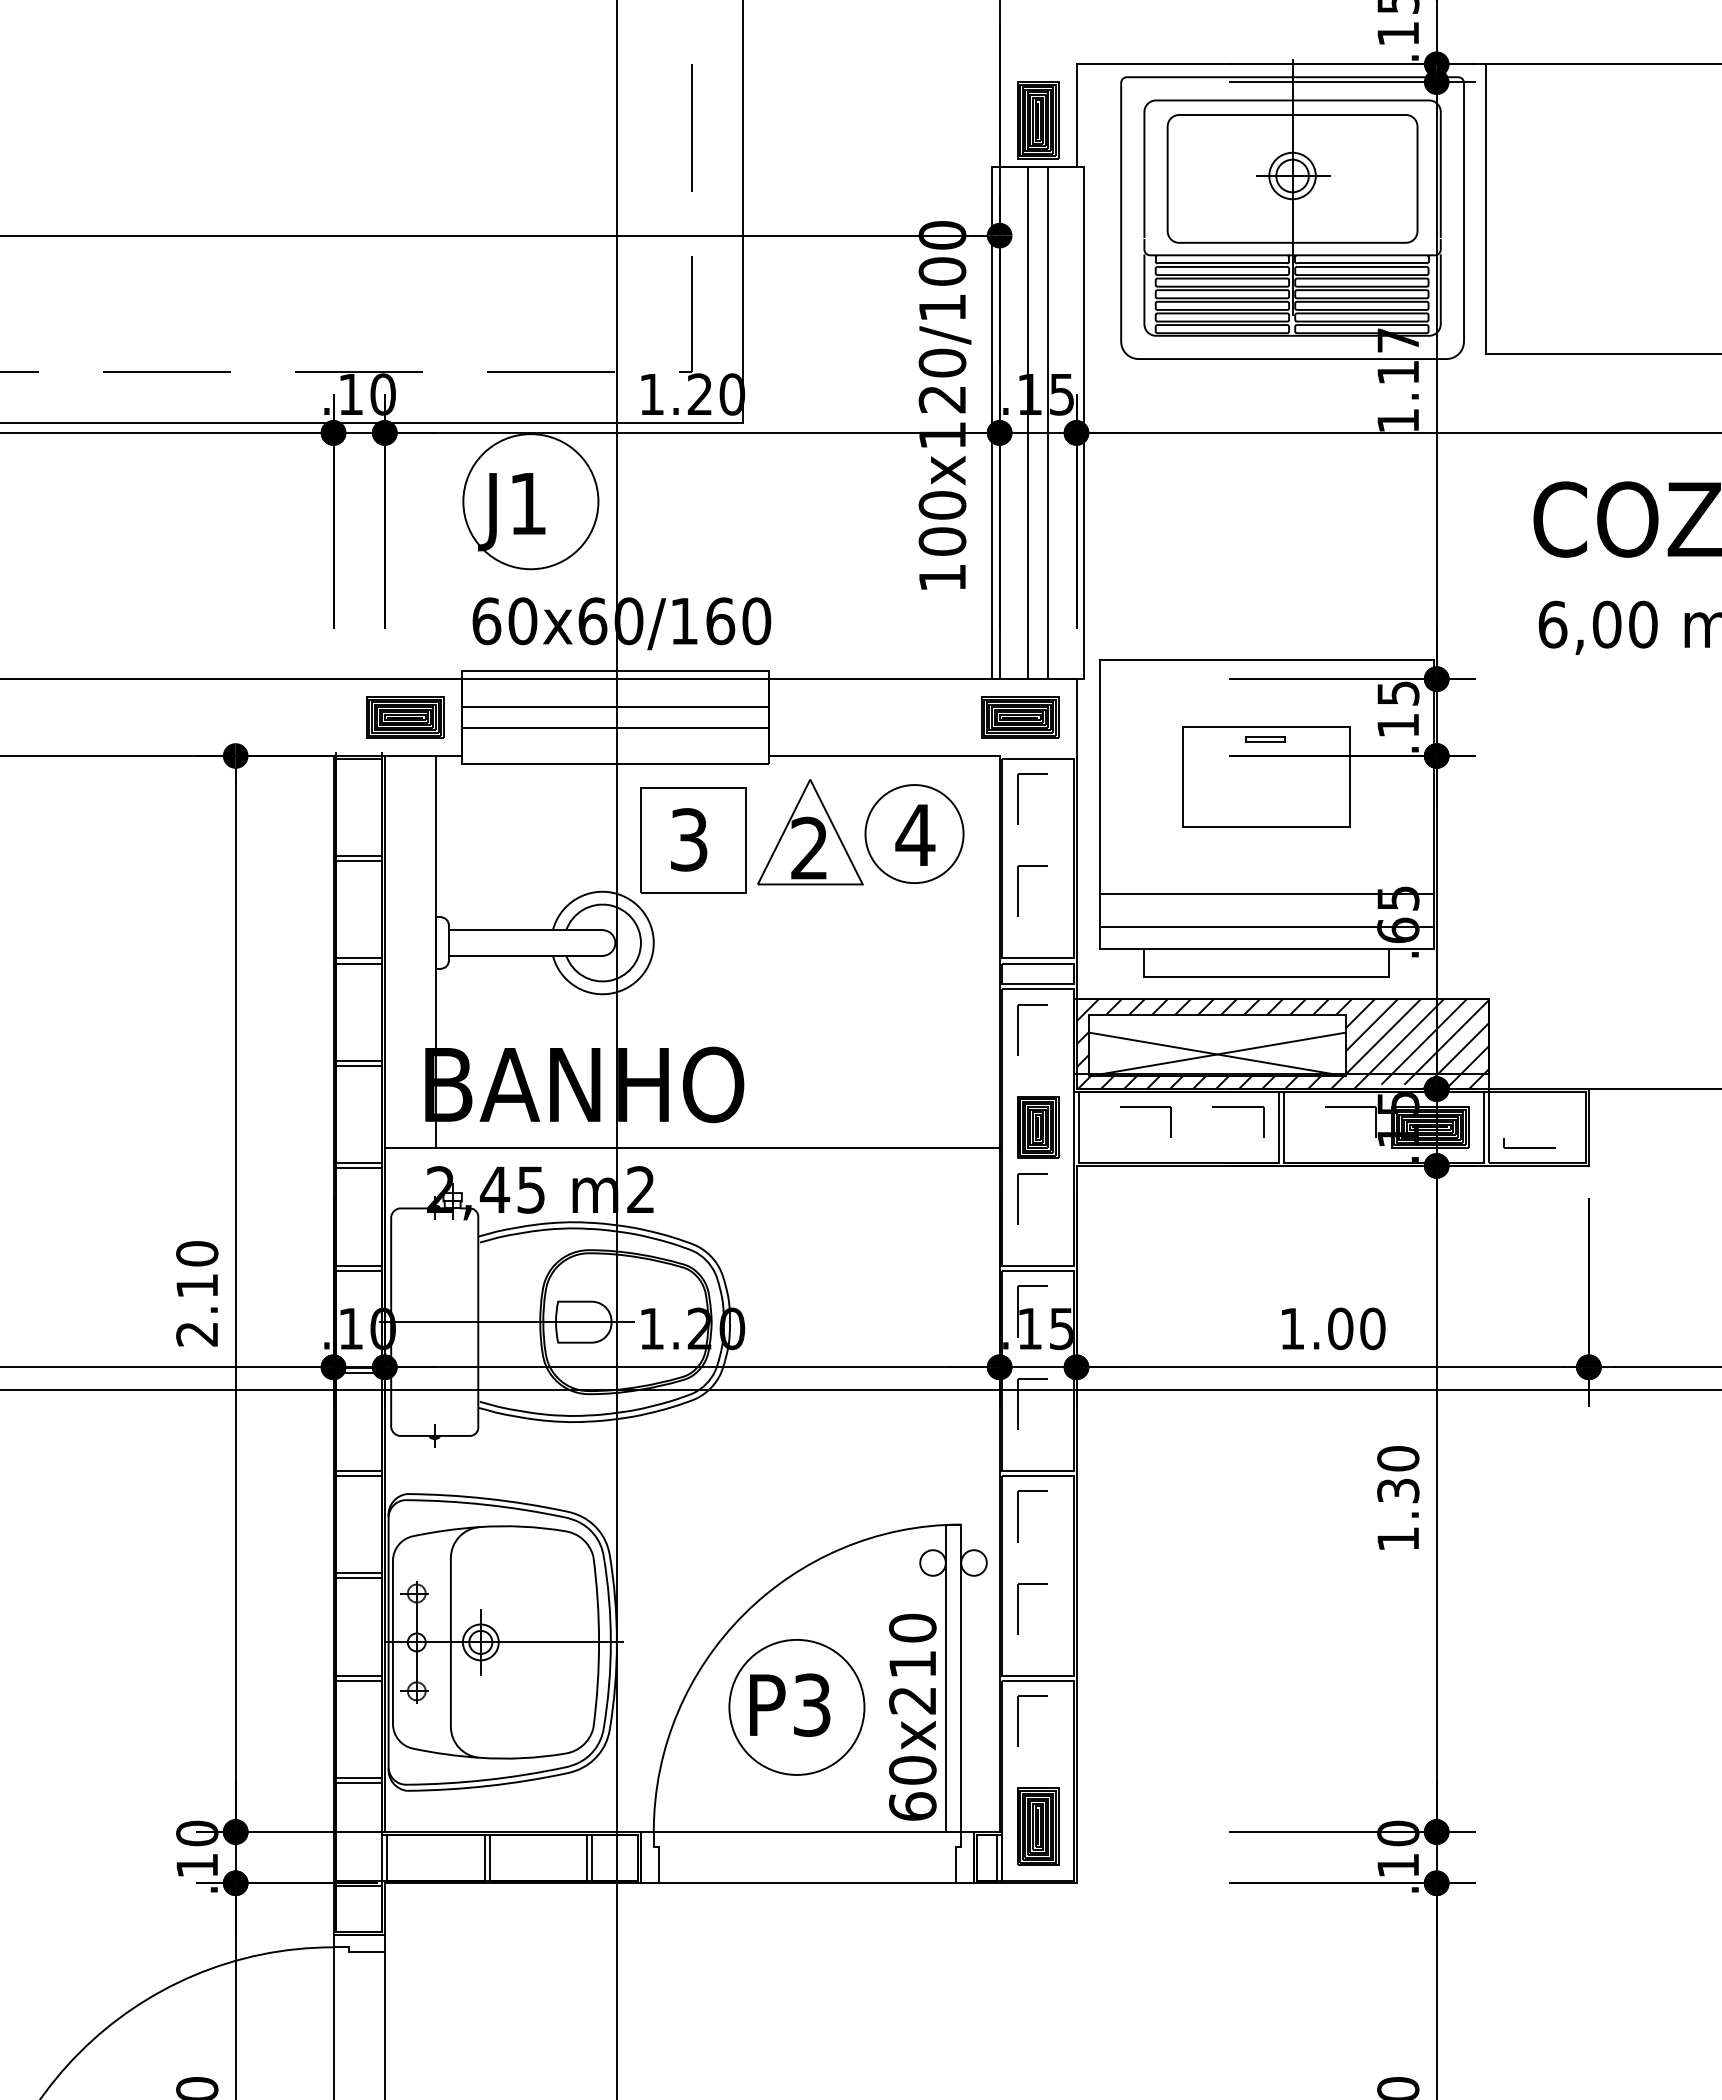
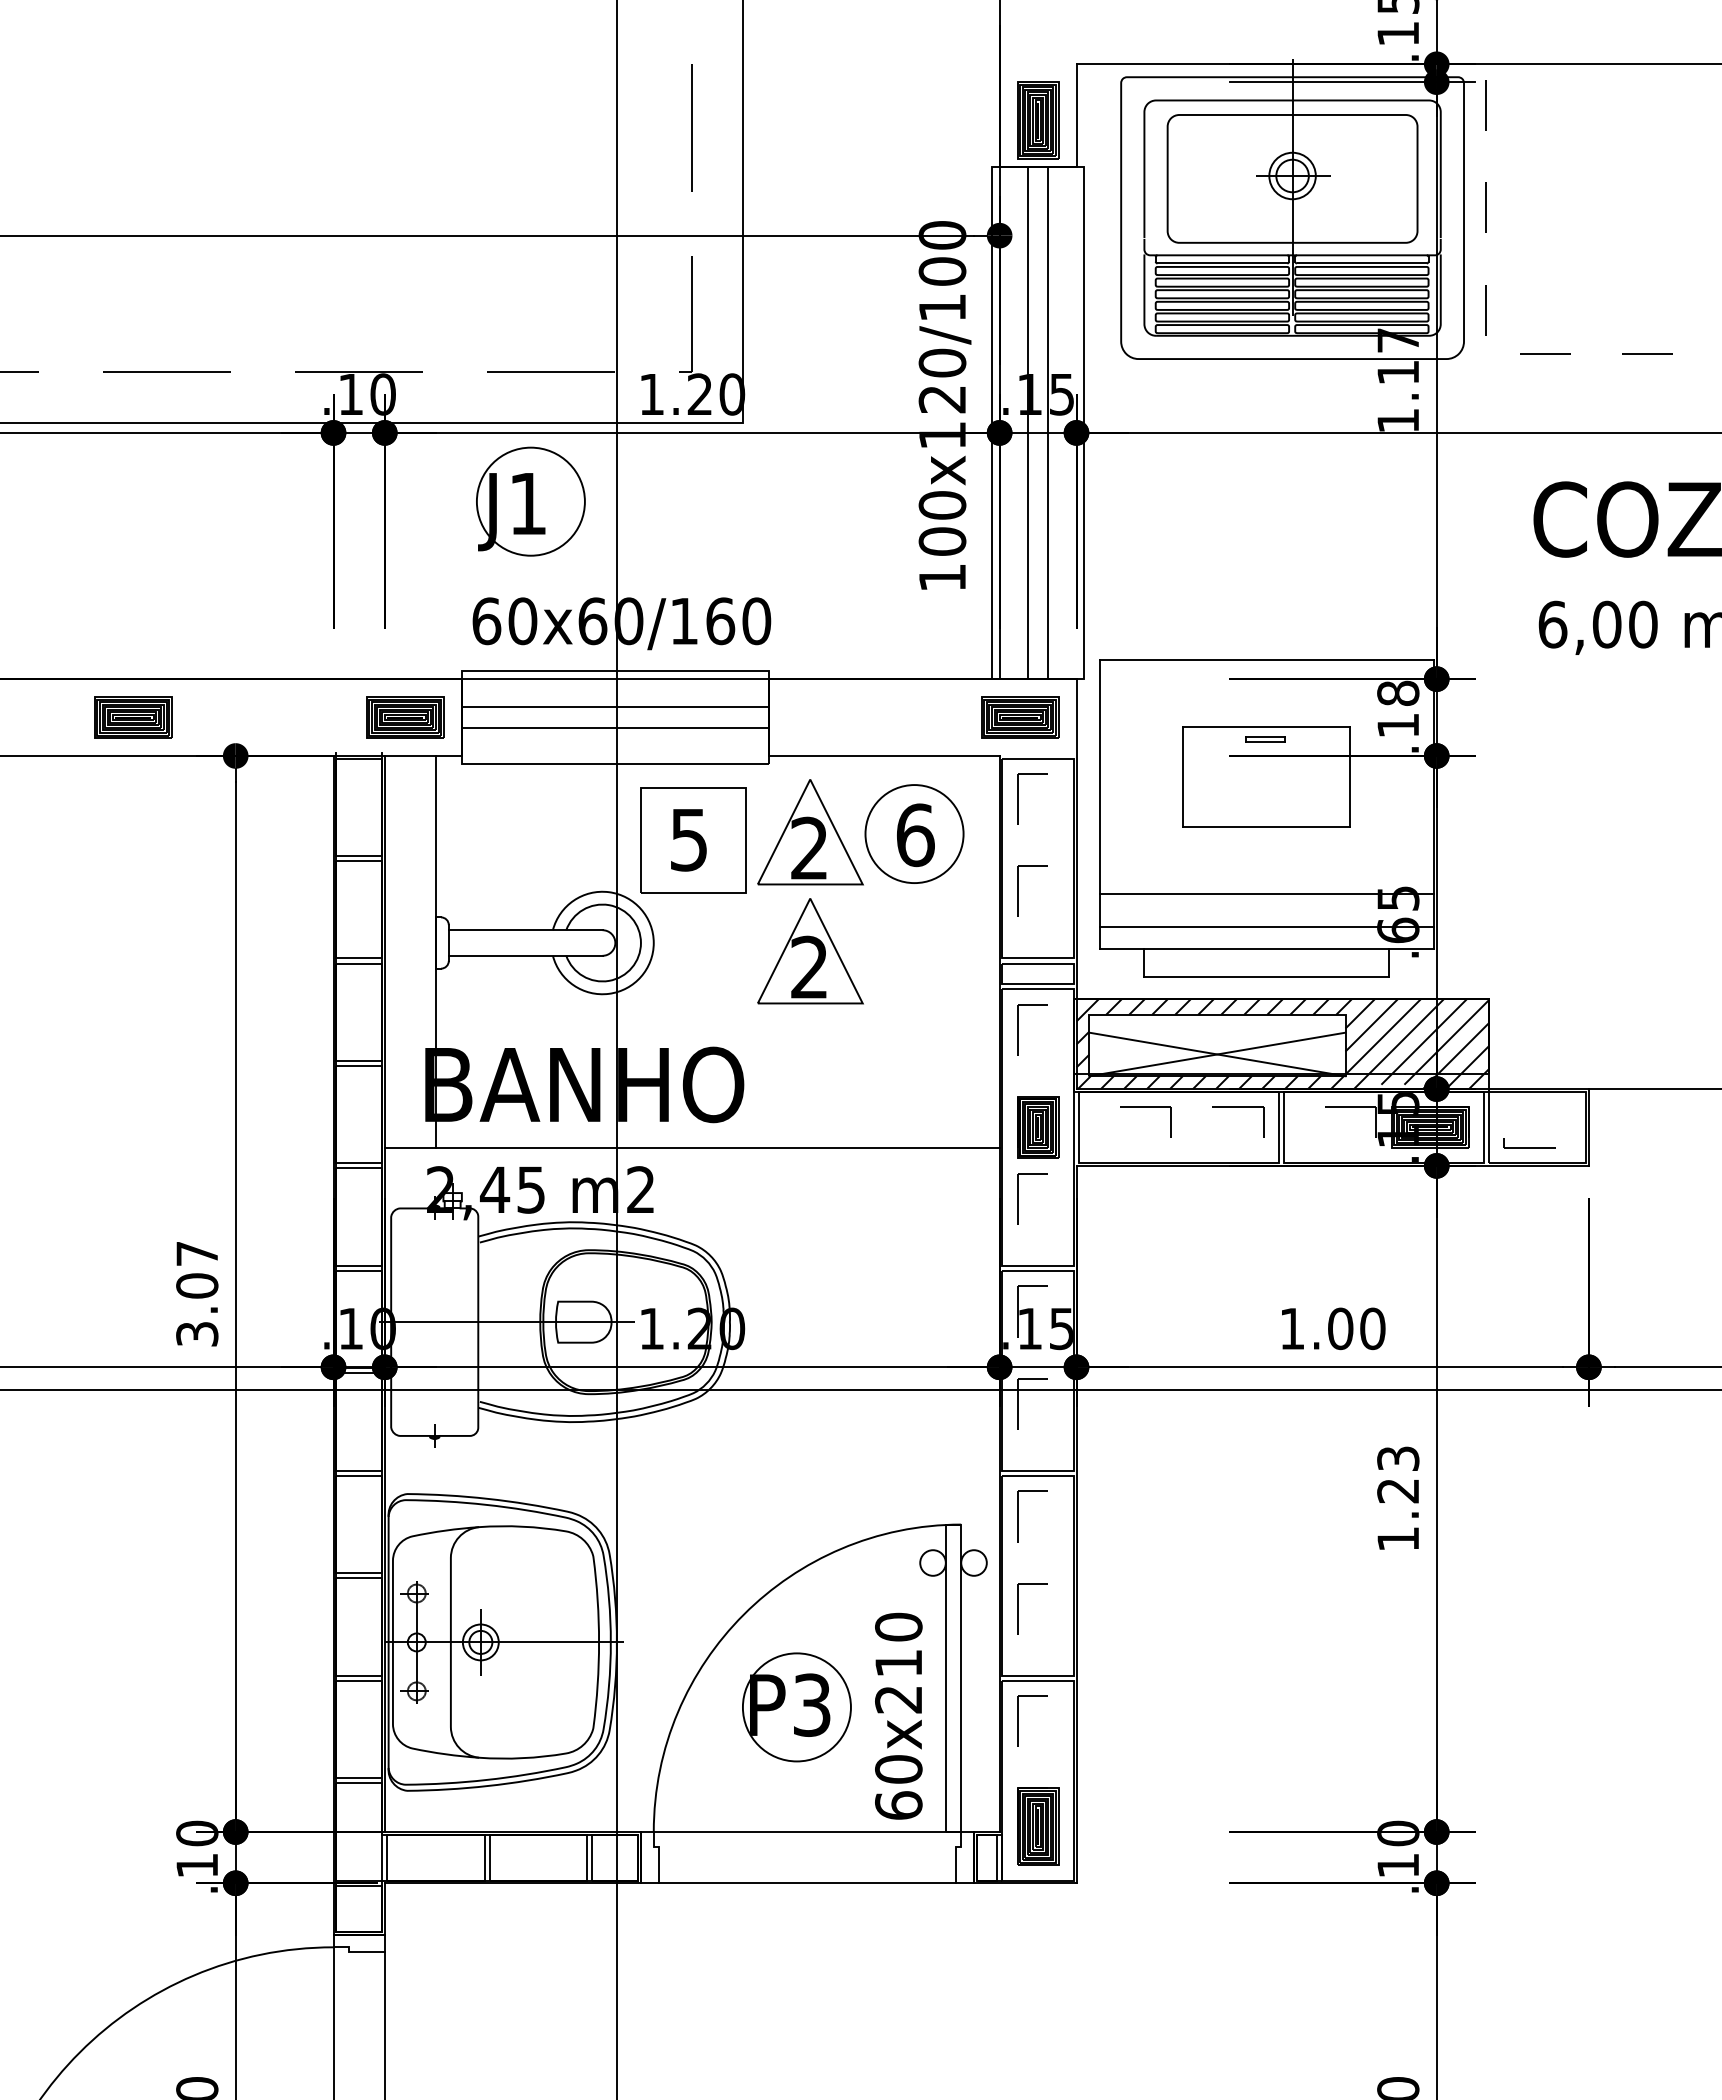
line at (1486, 326): solid -> dashed
circle at (530, 501) diameter: 135 px -> 108 px
text at (1398, 692): .15 -> .18
part at (133, 717): none -> present
text at (915, 835): 4 -> 6
text at (689, 839): 3 -> 5
part at (810, 951): none -> present
text at (197, 1293): 2.10 -> 3.07
text at (1398, 1474): 1.30 -> 1.23
circle at (796, 1706) diameter: 135 px -> 108 px
text at (912, 1716) position: (912, 1716) -> (898, 1715)
